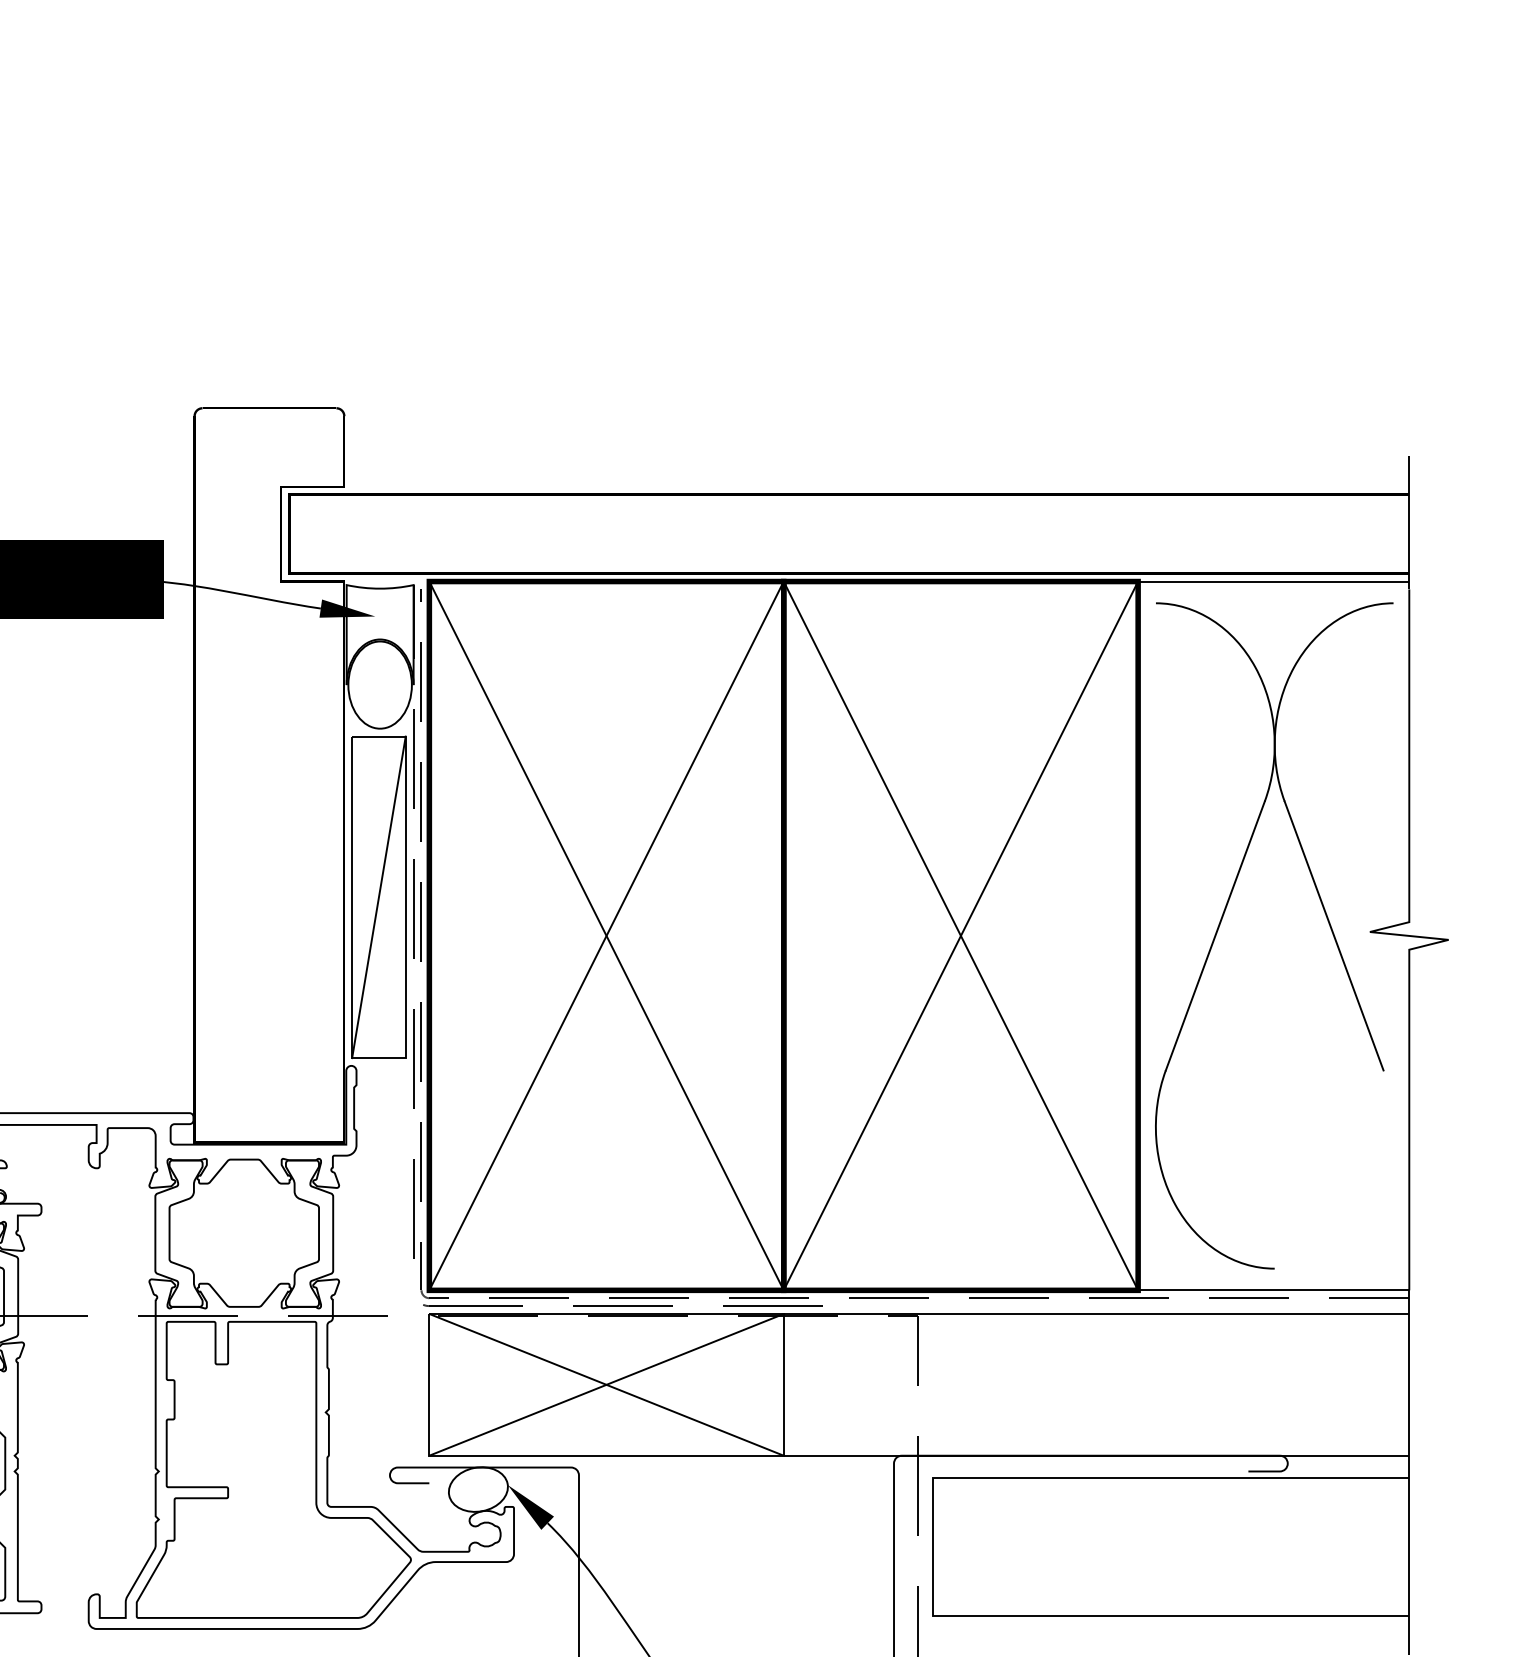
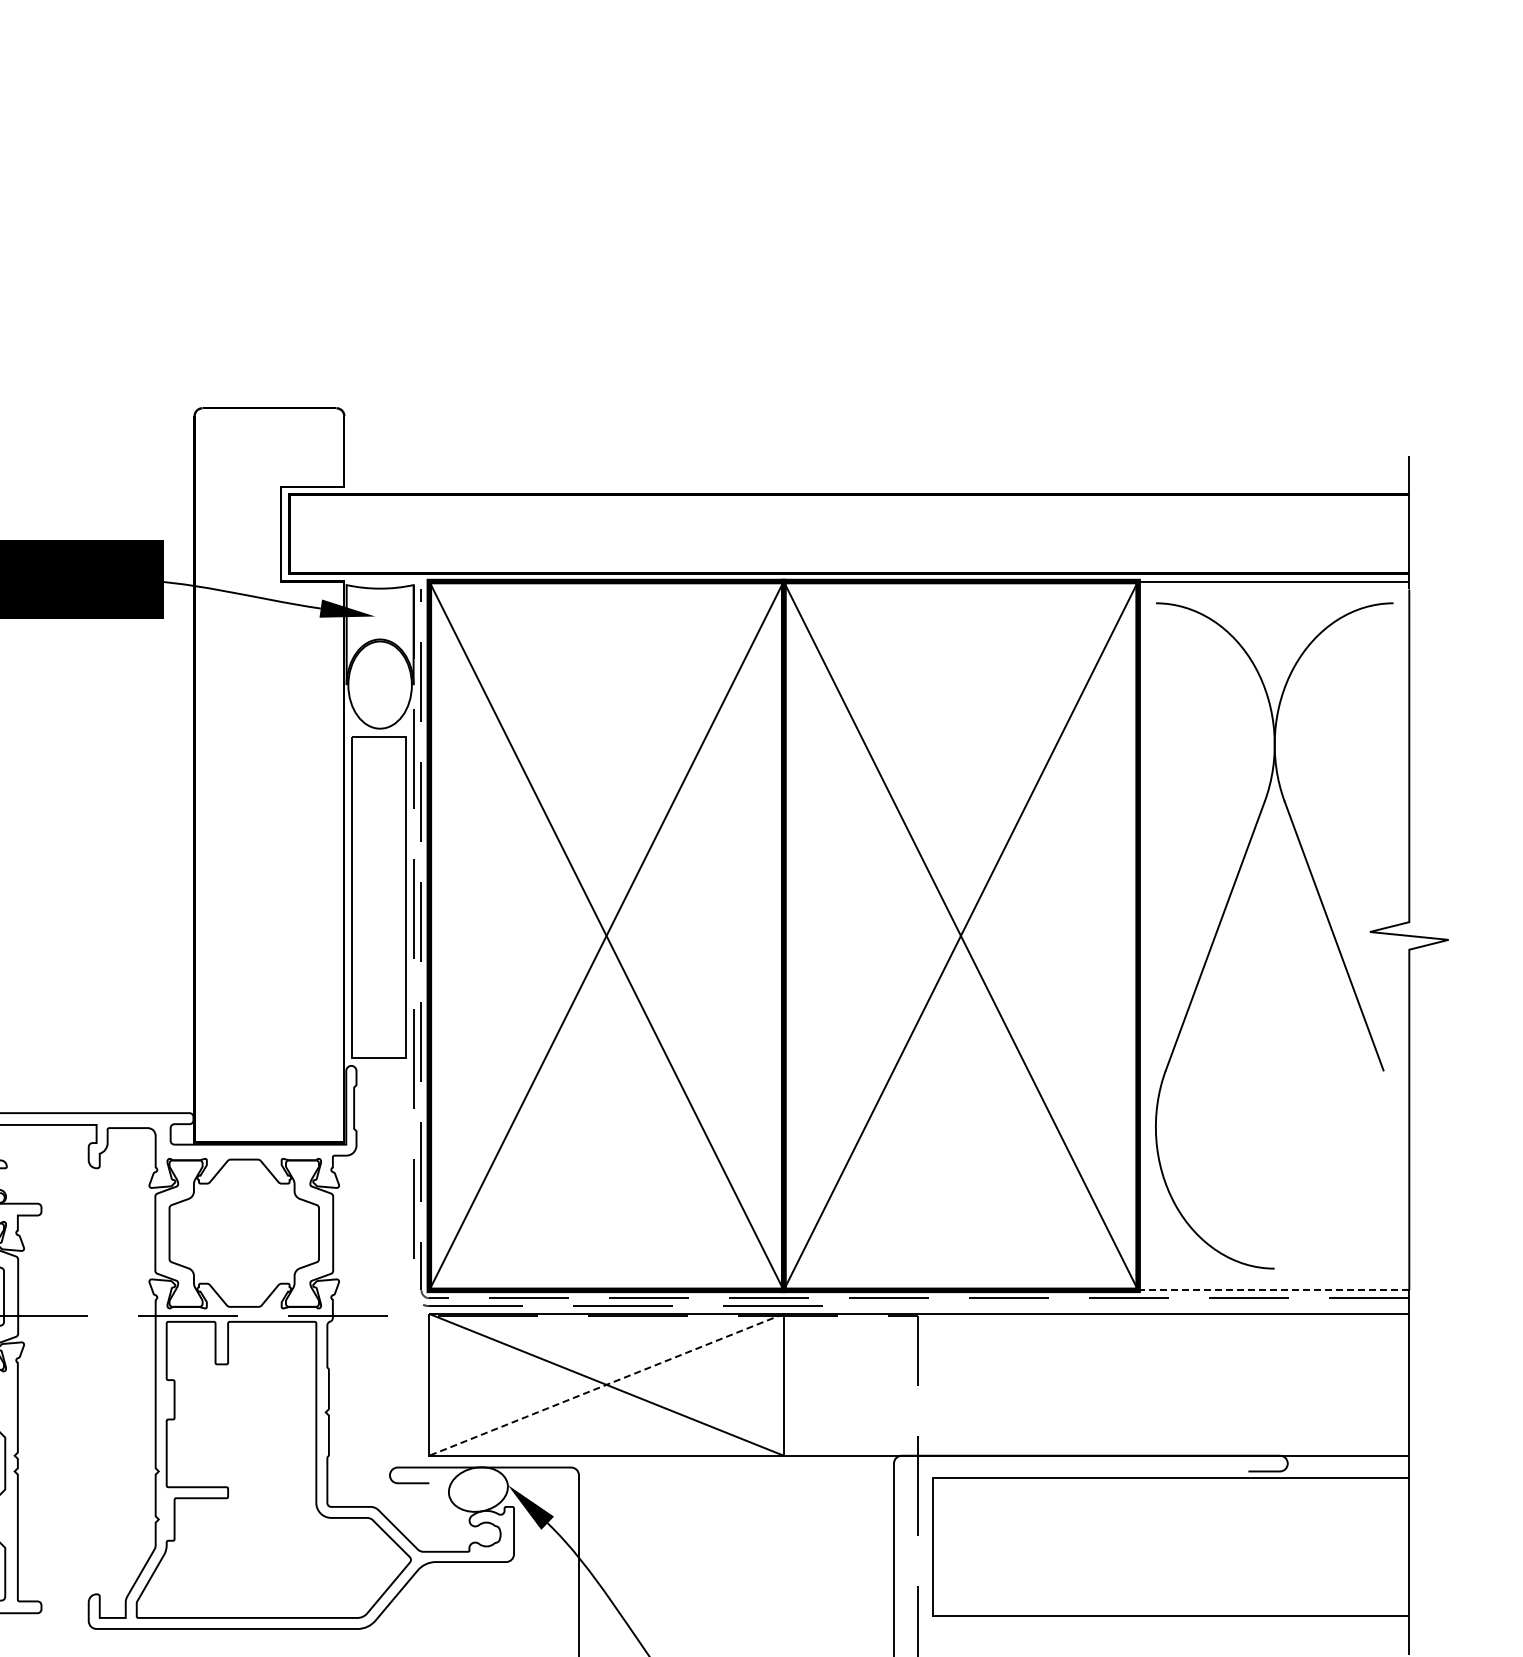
line at (378, 897): present -> none
line at (1273, 1290): solid -> dashed
line at (606, 1384): solid -> dashed
